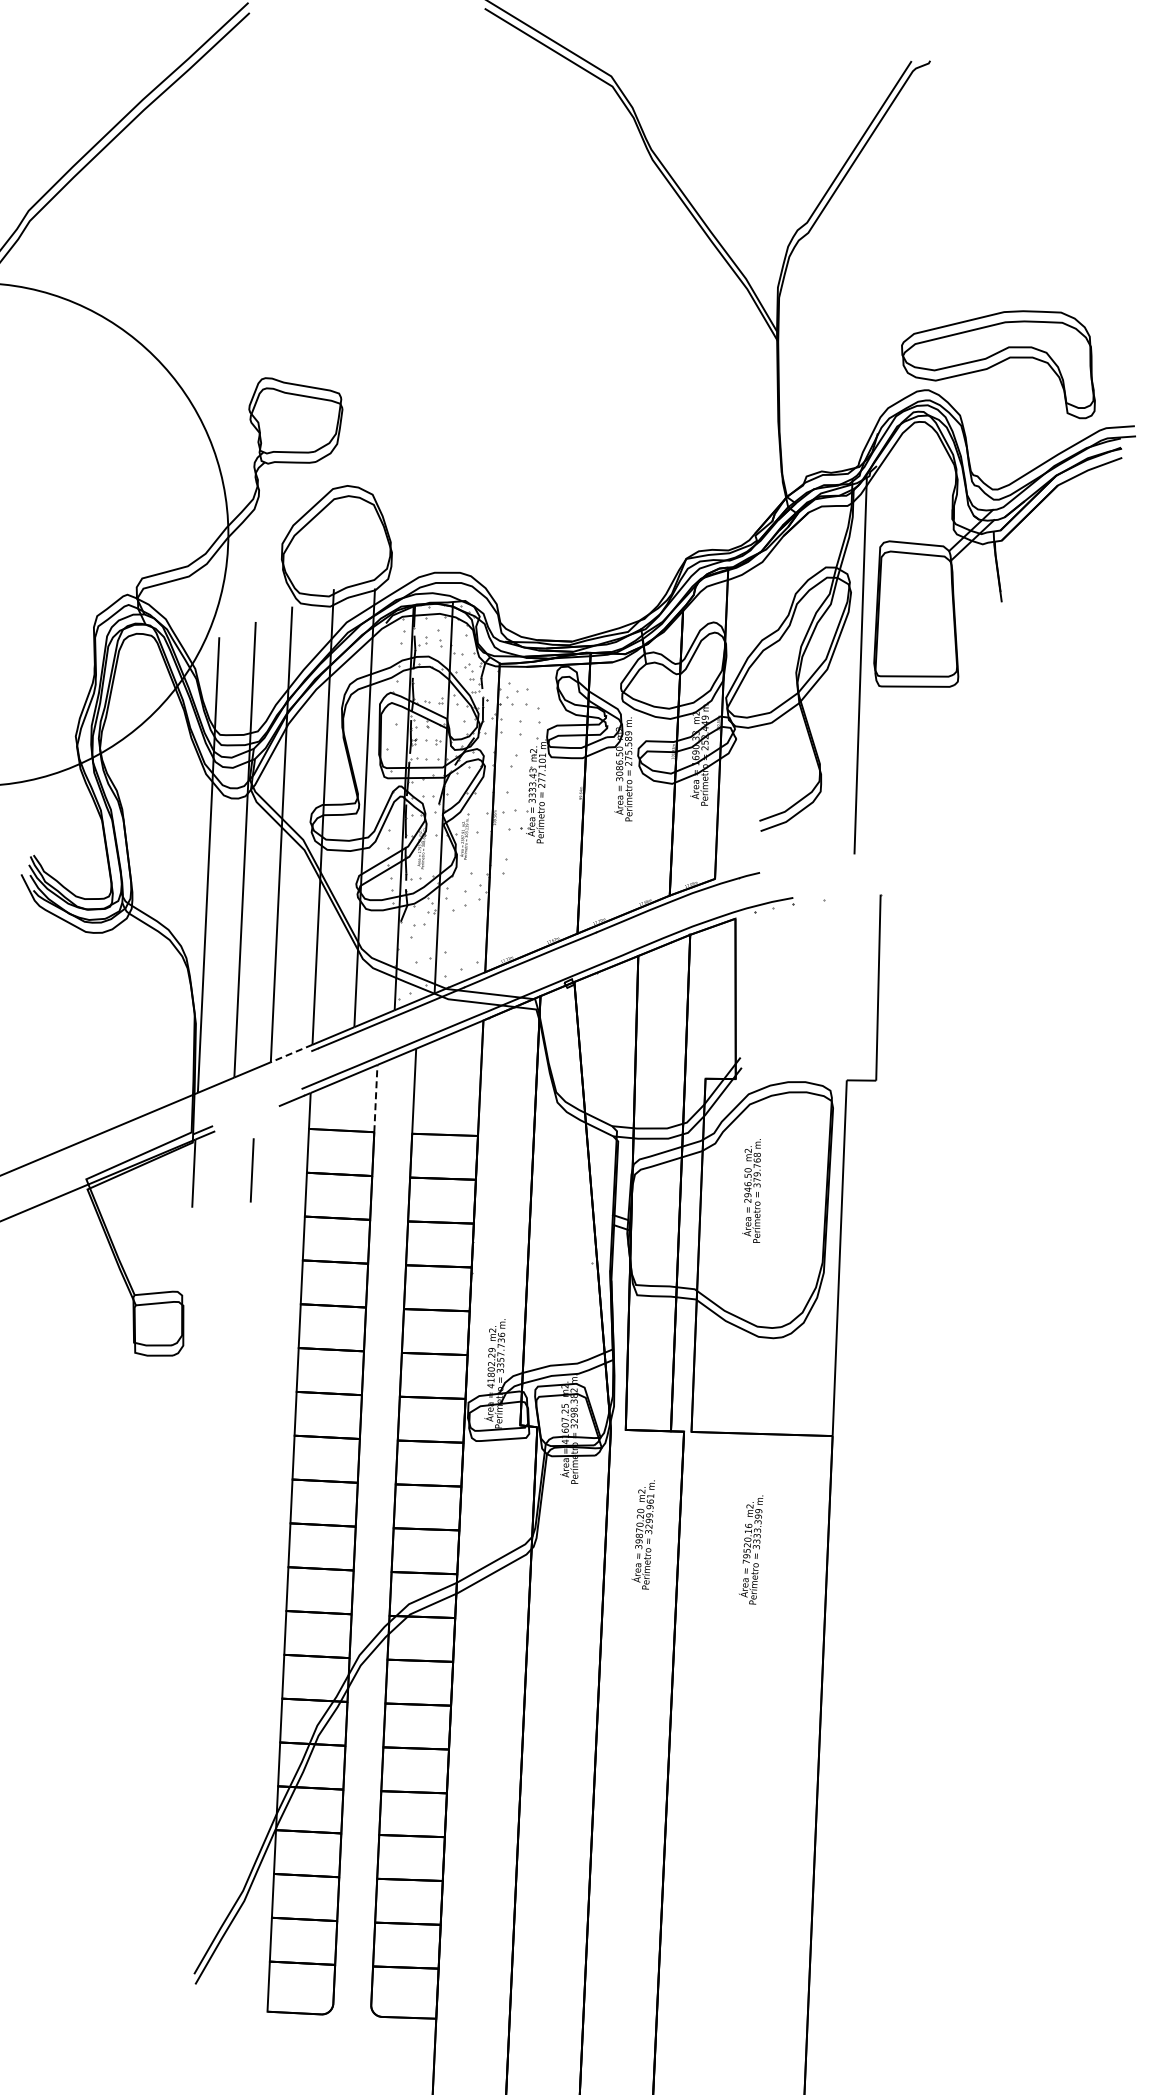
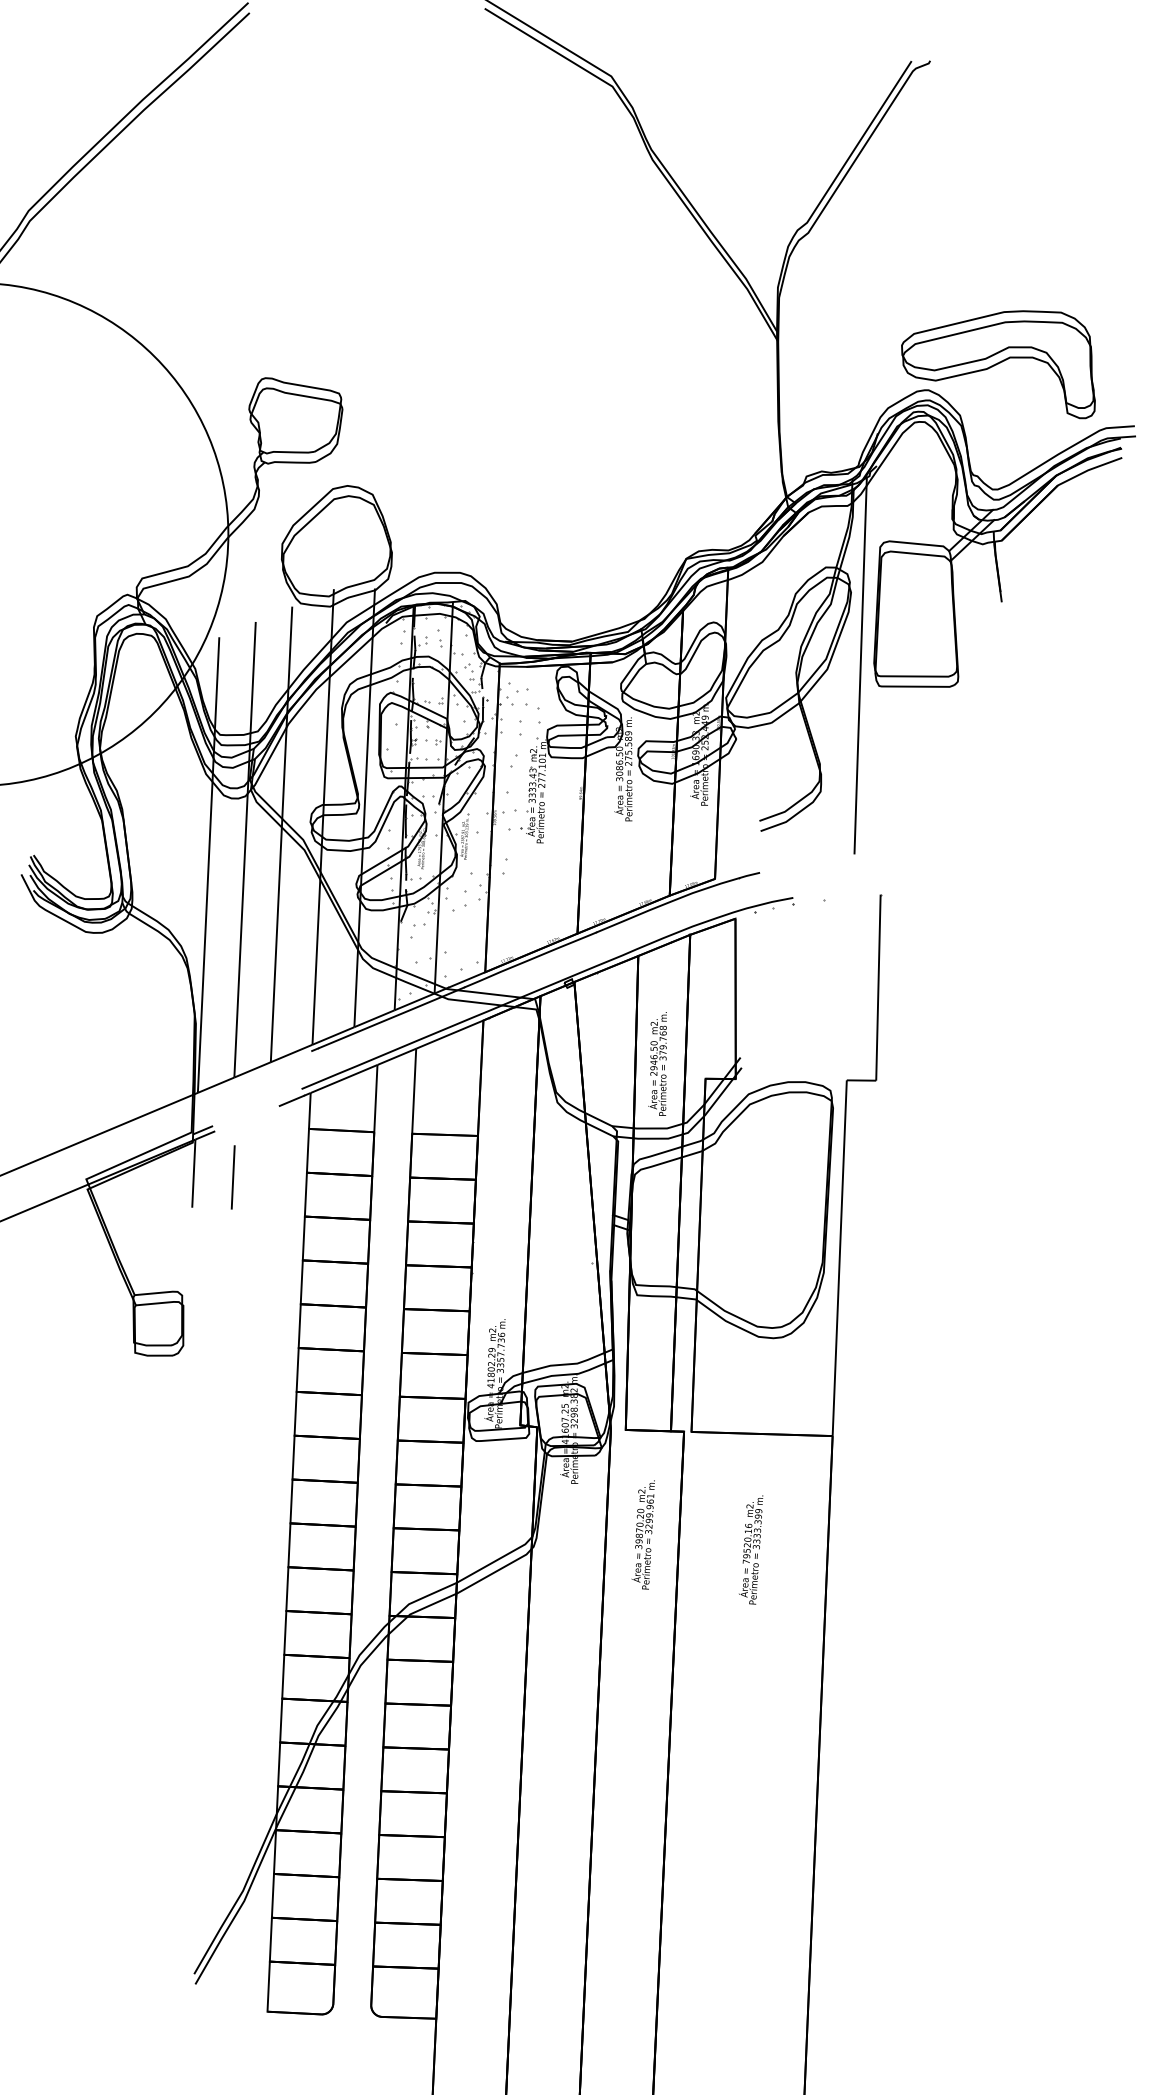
line at (291, 1053): dashed -> solid
line at (375, 1098): dashed -> solid
line at (251, 1170) position: (251, 1170) -> (232, 1177)
text at (751, 1190) position: (751, 1190) -> (657, 1063)
